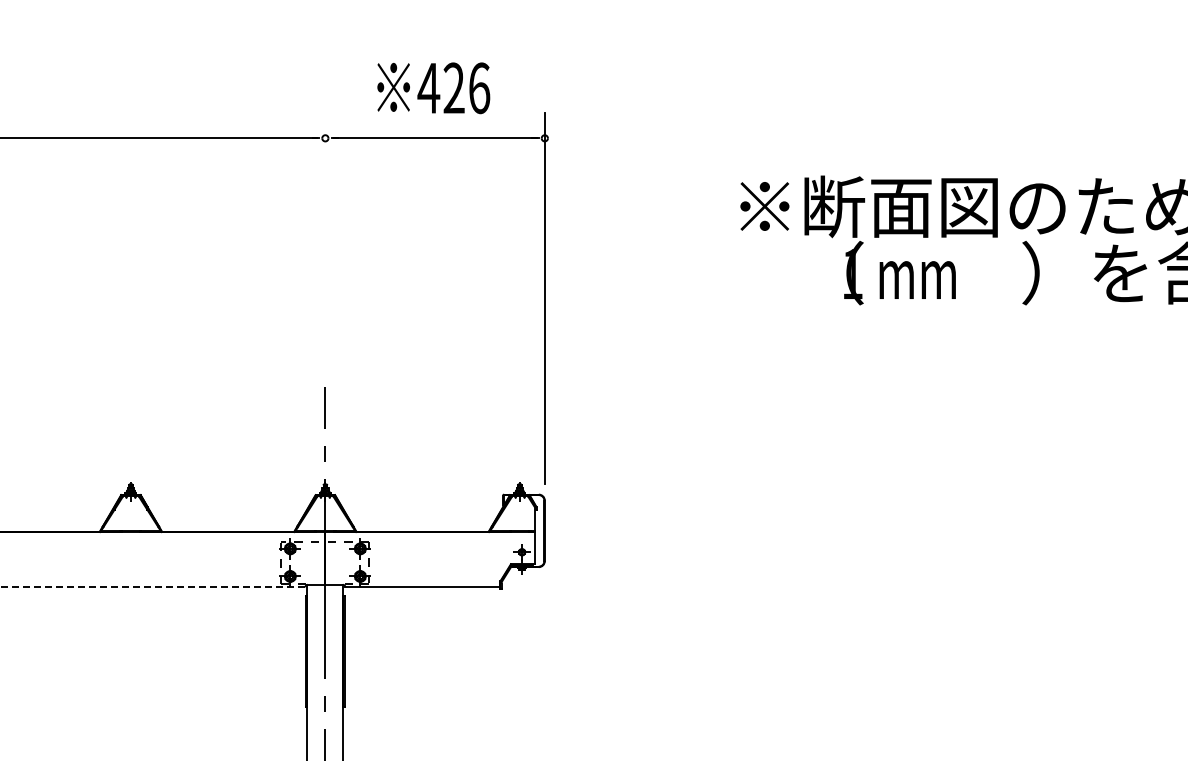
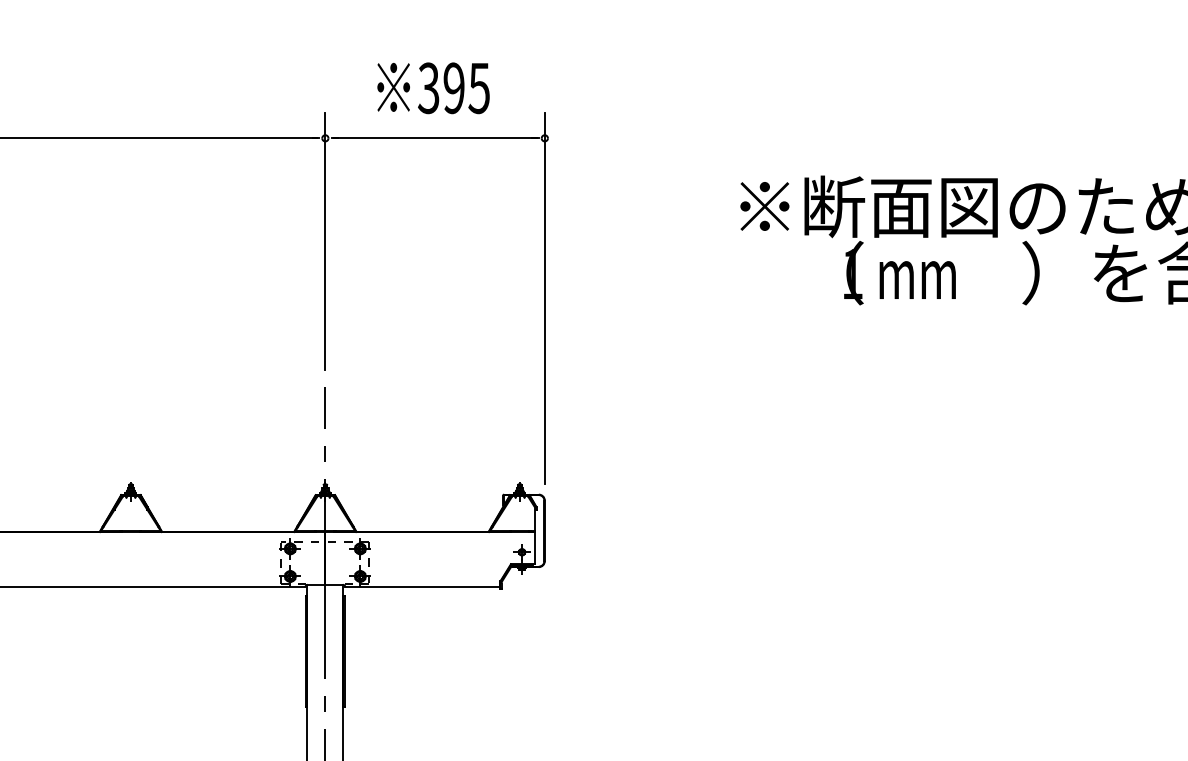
text at (453, 88): 426 -> 395
line at (325, 241): none -> present
line at (152, 587): dashed -> solid
